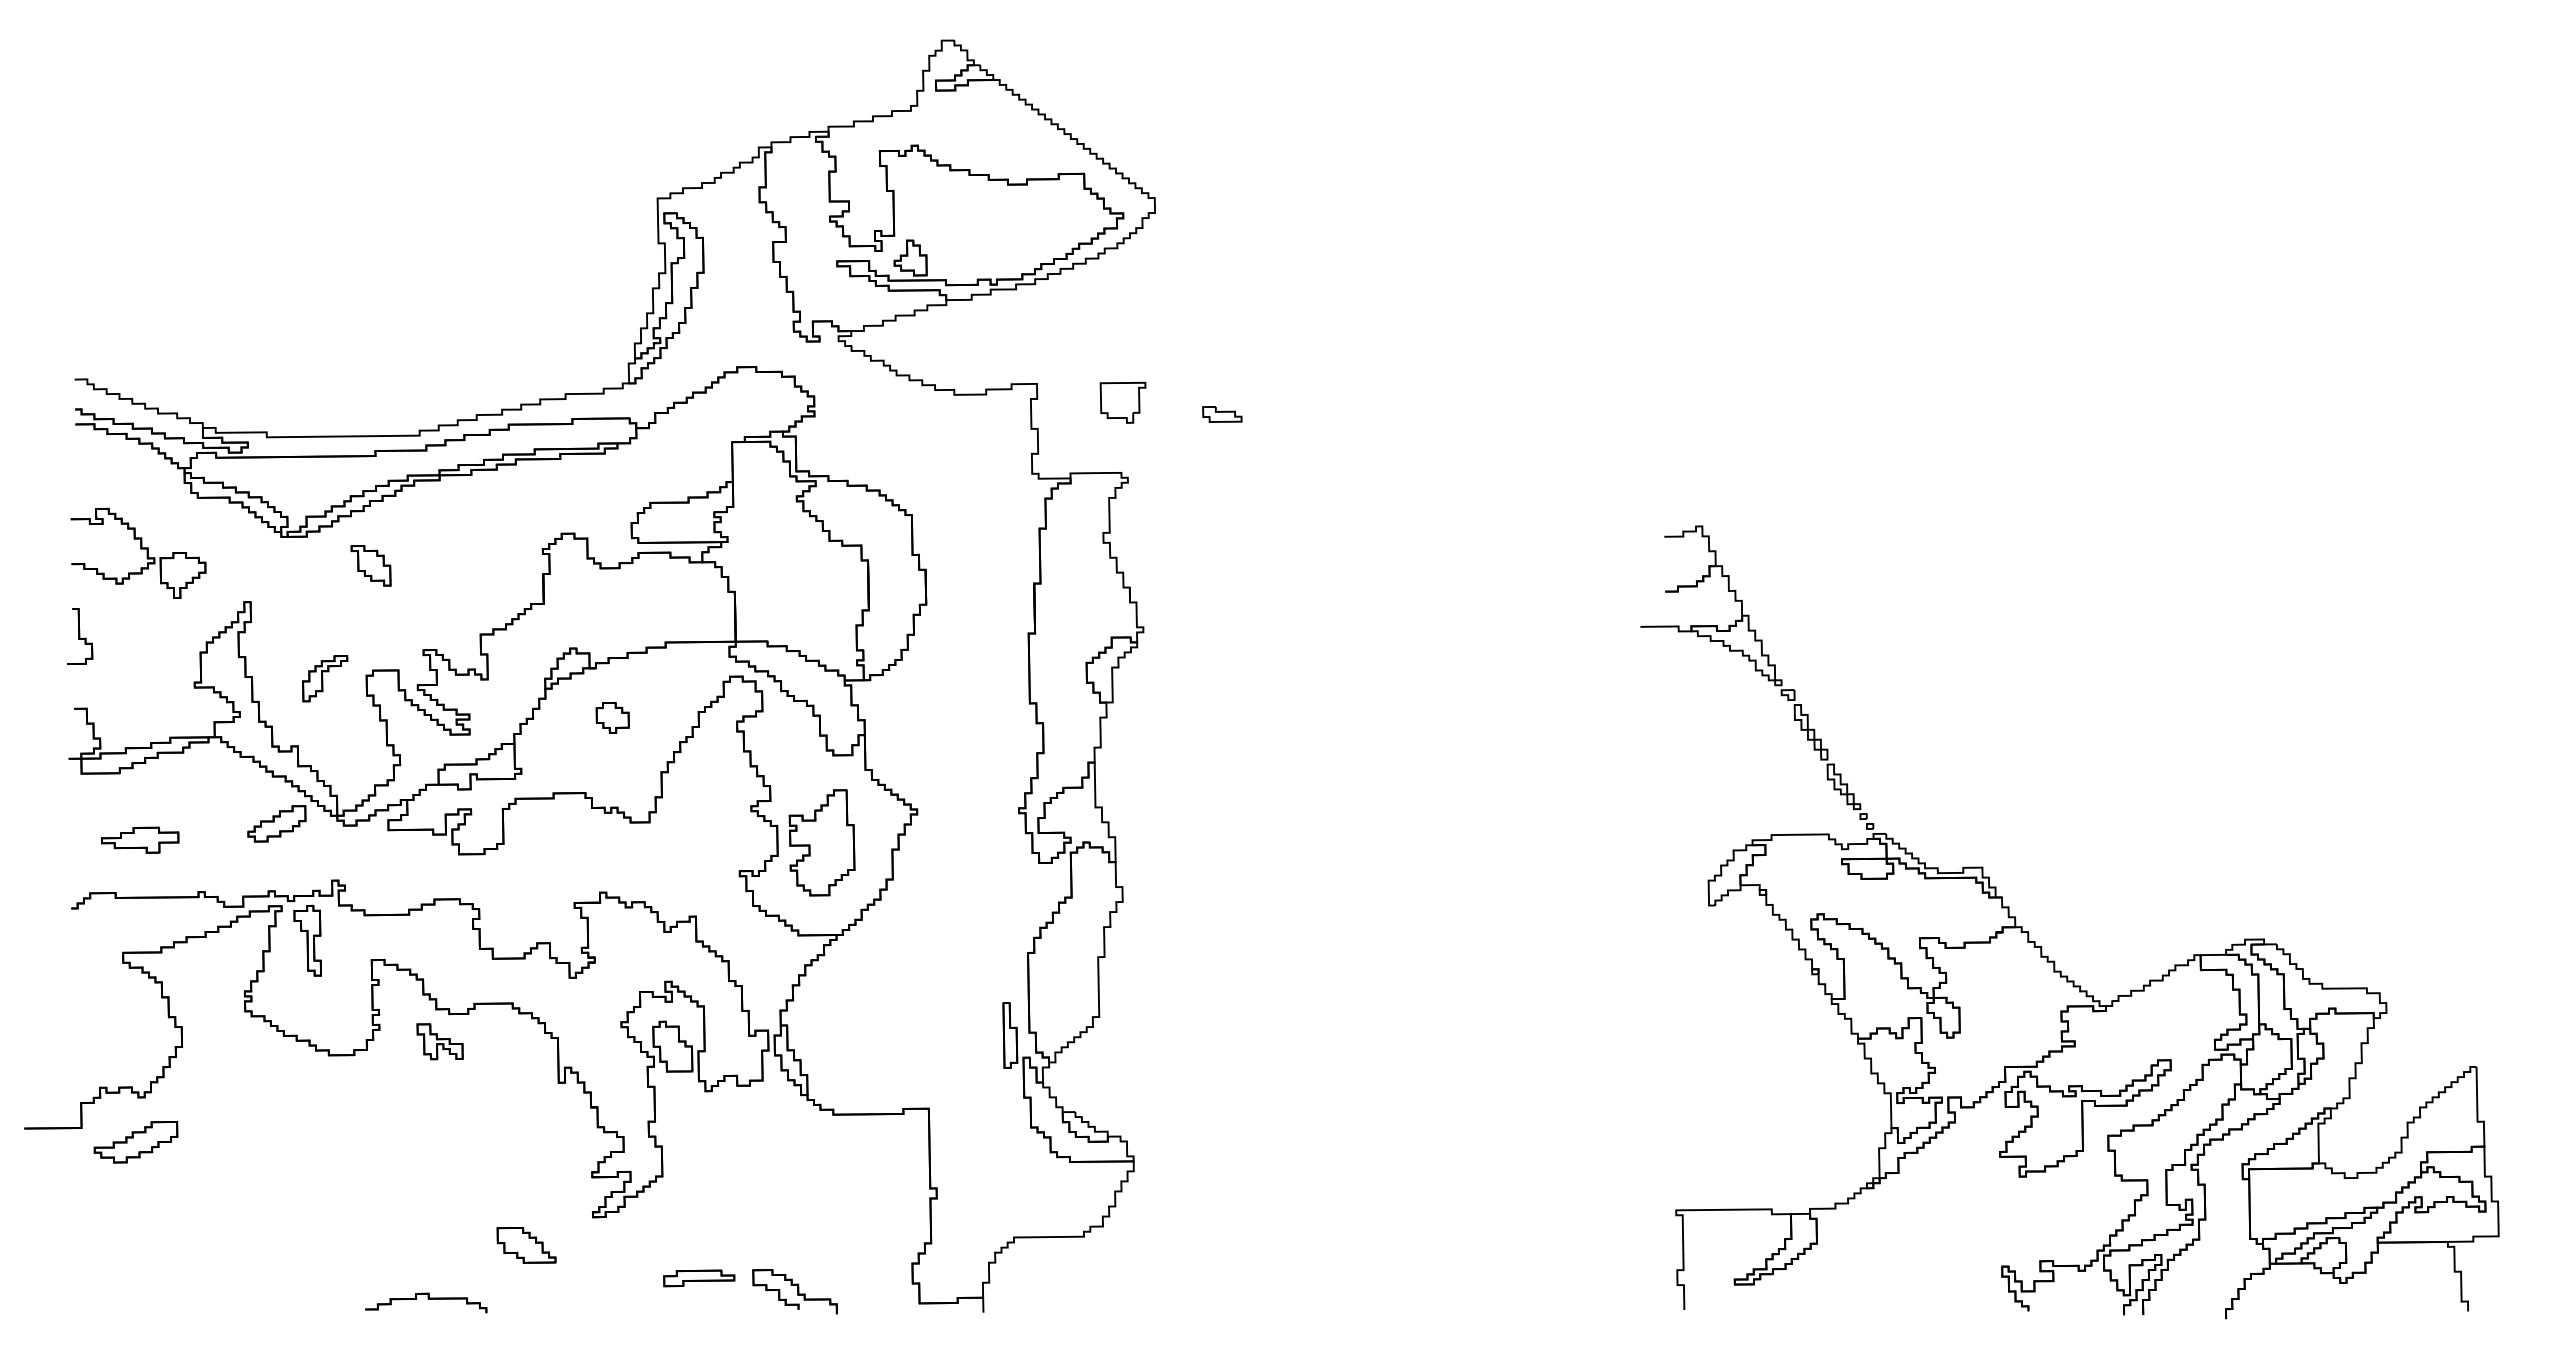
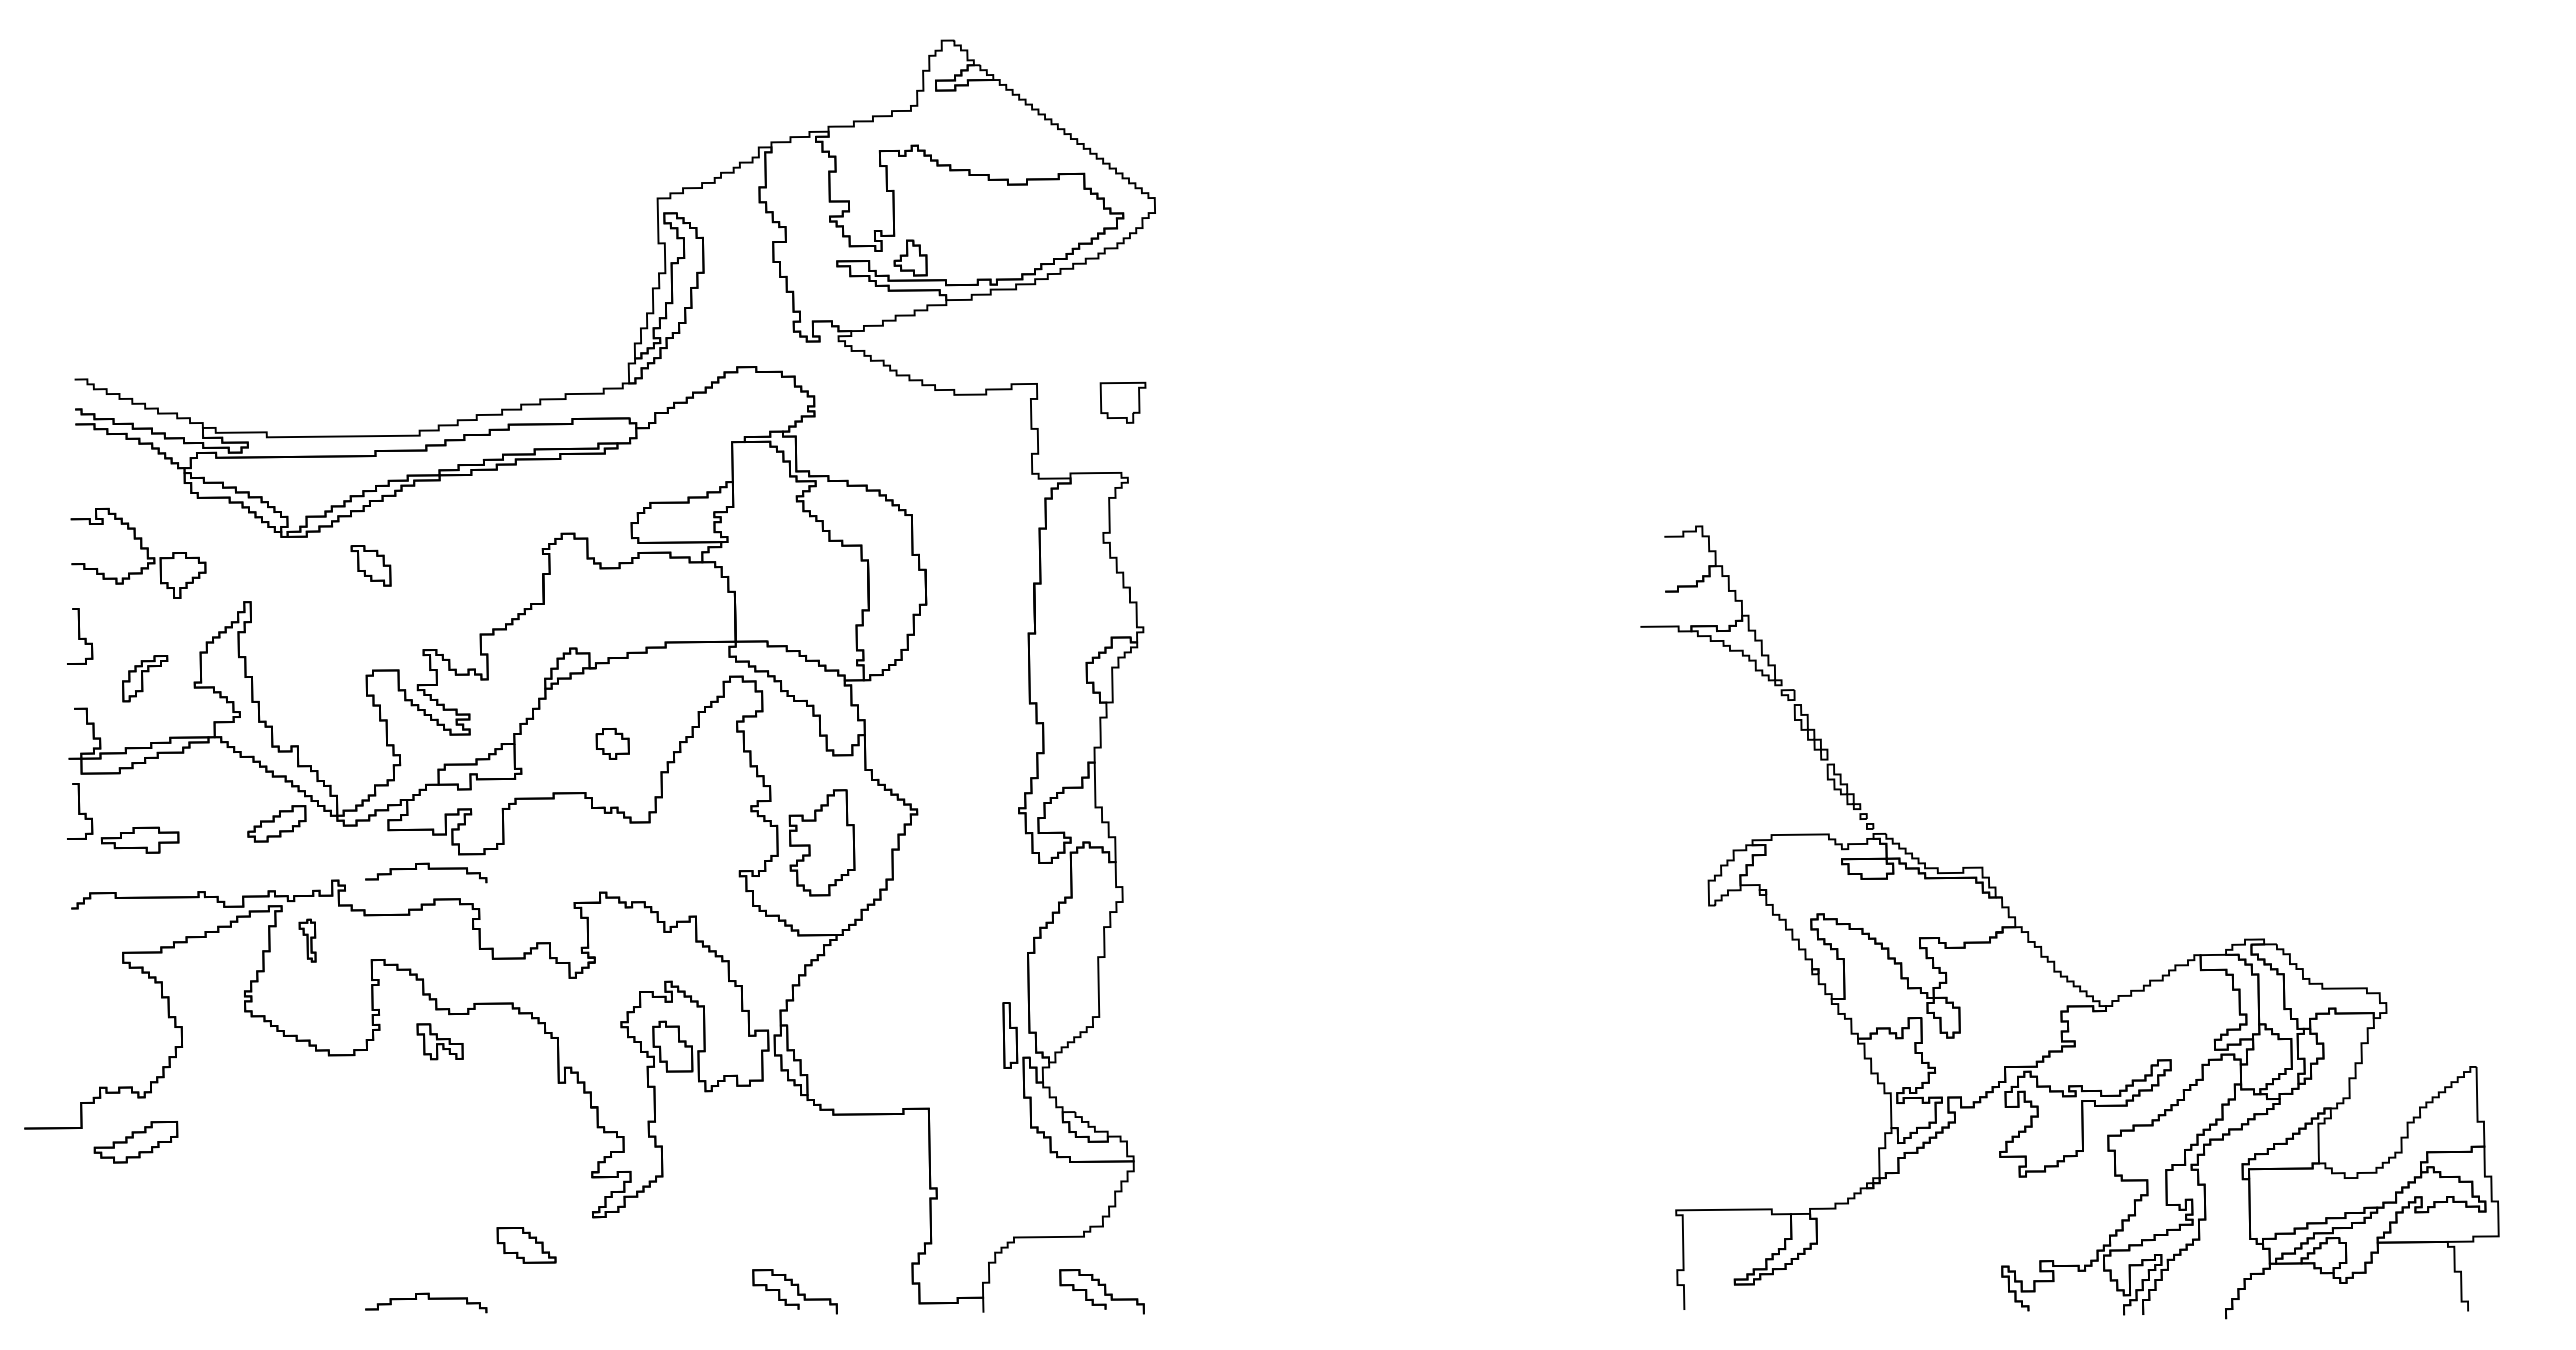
part at (1222, 414): present -> none
part at (325, 678) position: (325, 678) -> (145, 678)
part at (612, 717) position: (612, 717) -> (612, 743)
part at (80, 811): none -> present
part at (426, 872): none -> present
part at (307, 940) size: 29x73 px -> 19x45 px
part at (699, 1278): present -> none
part at (1101, 1291): none -> present
